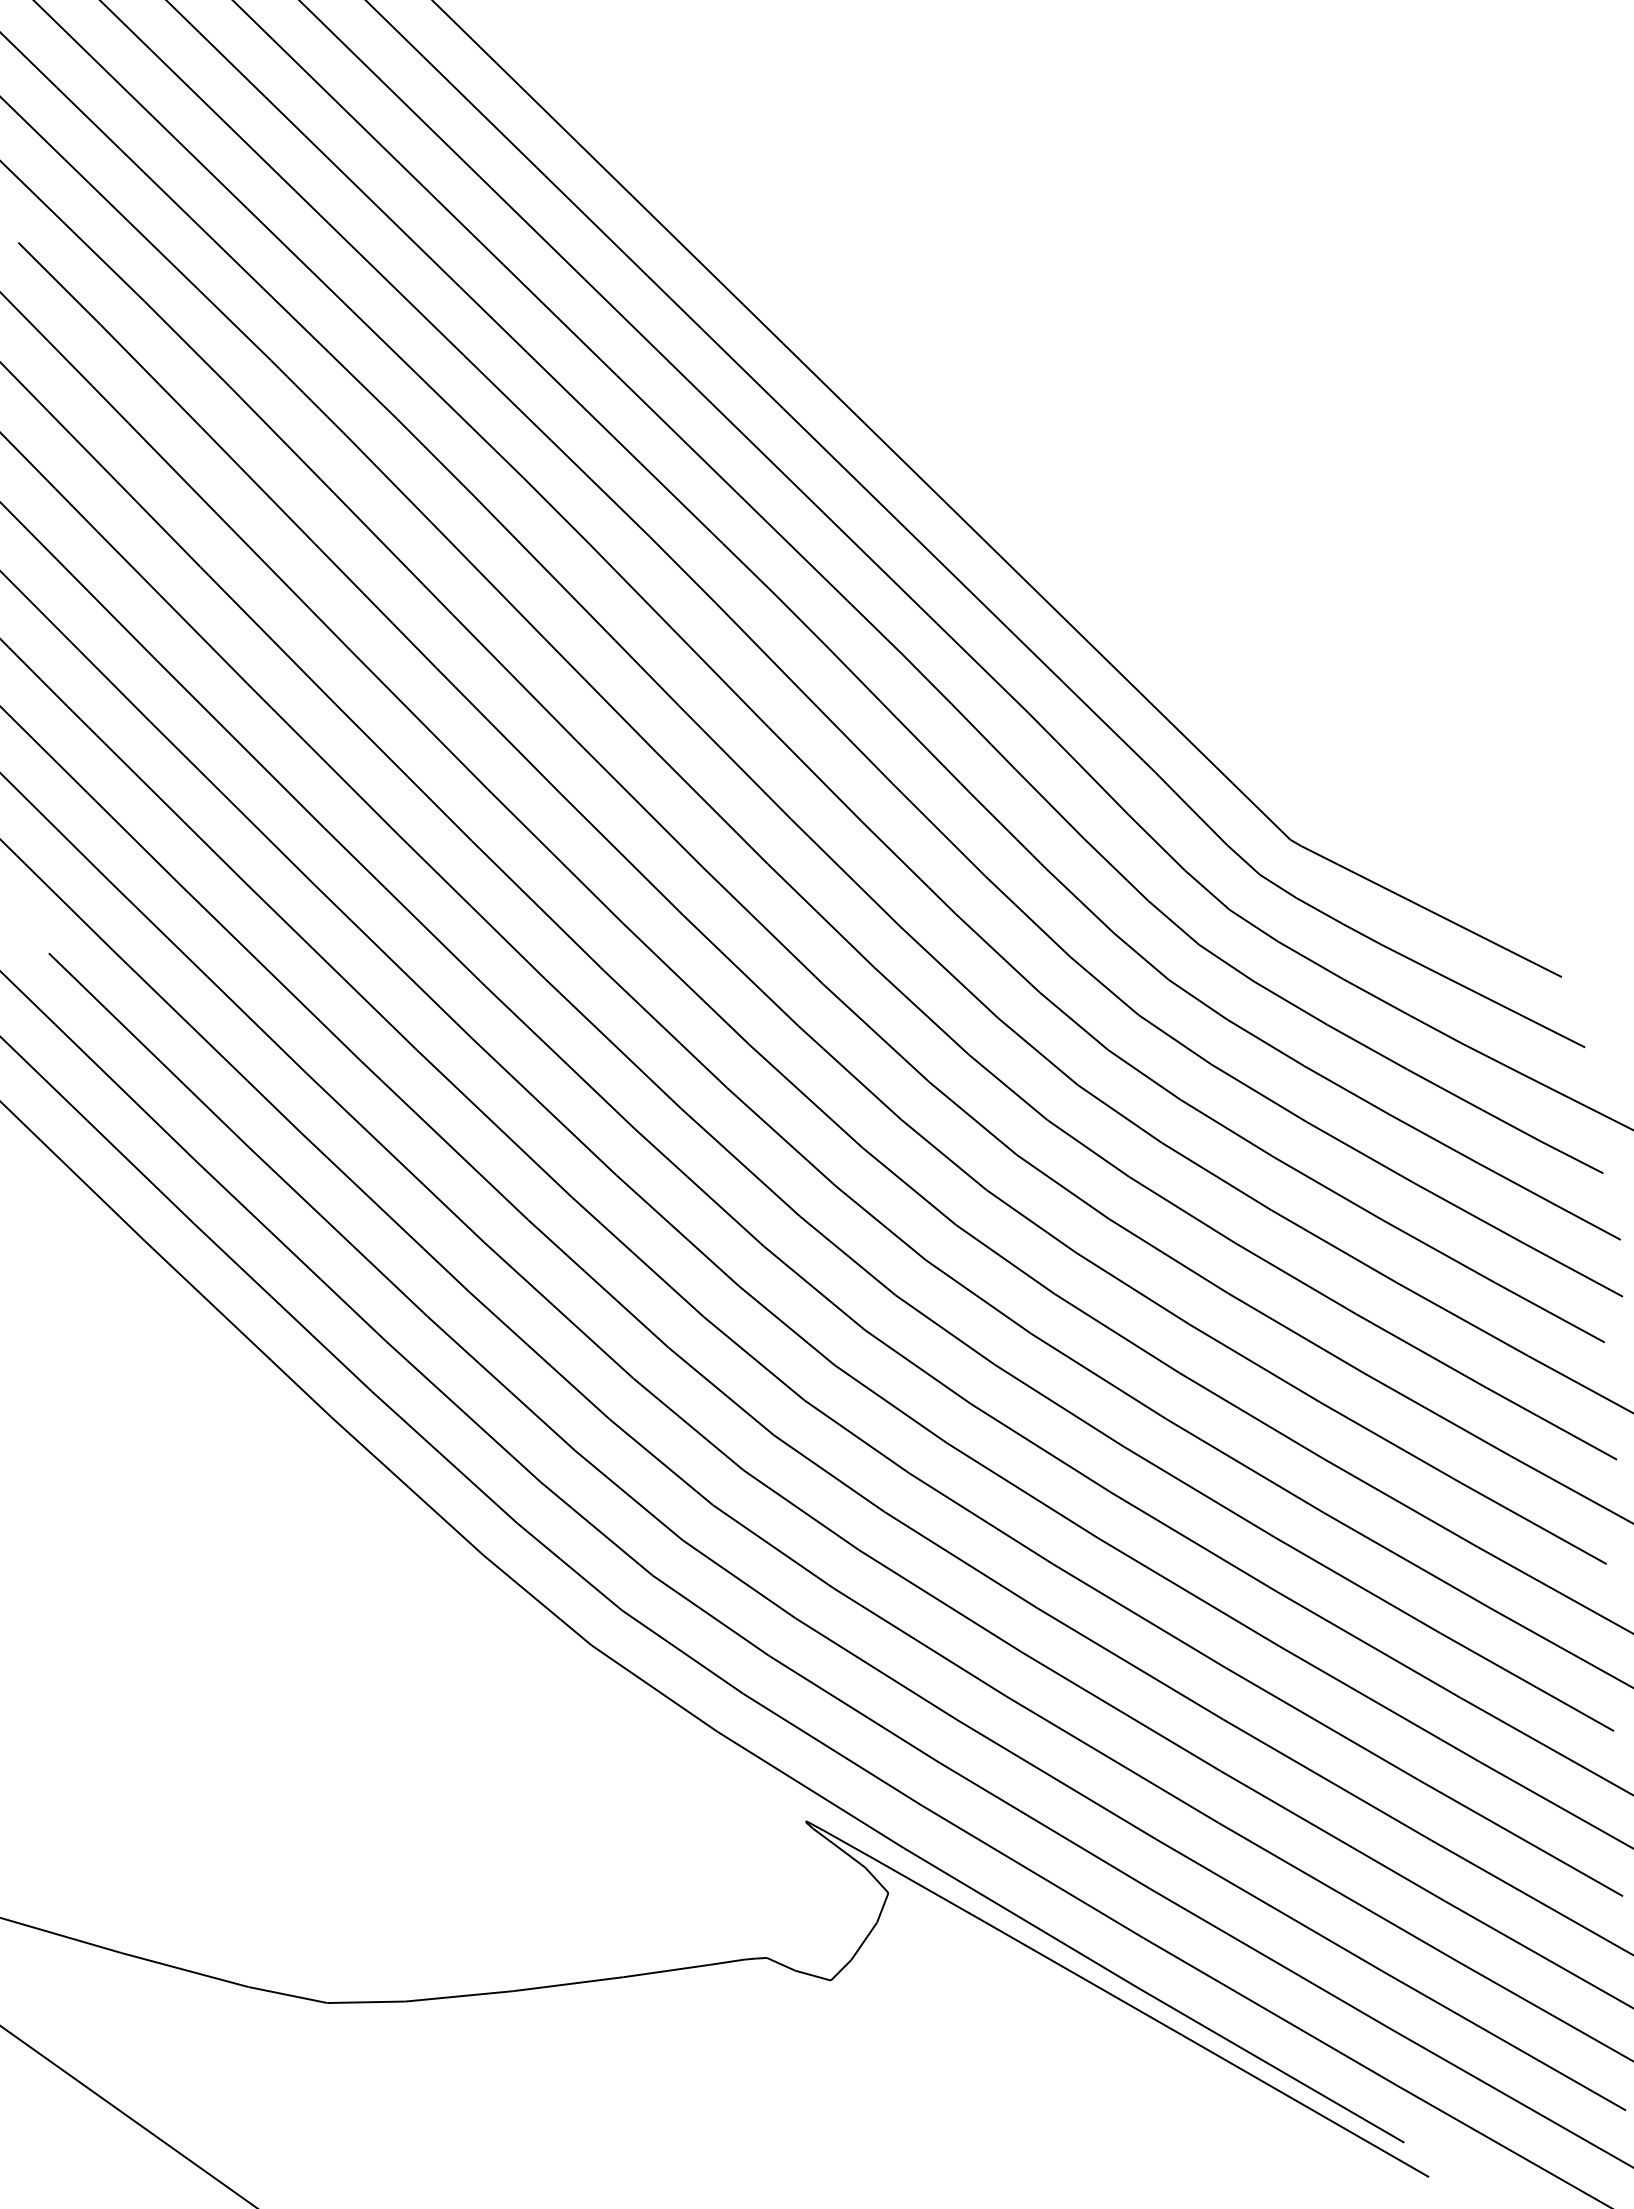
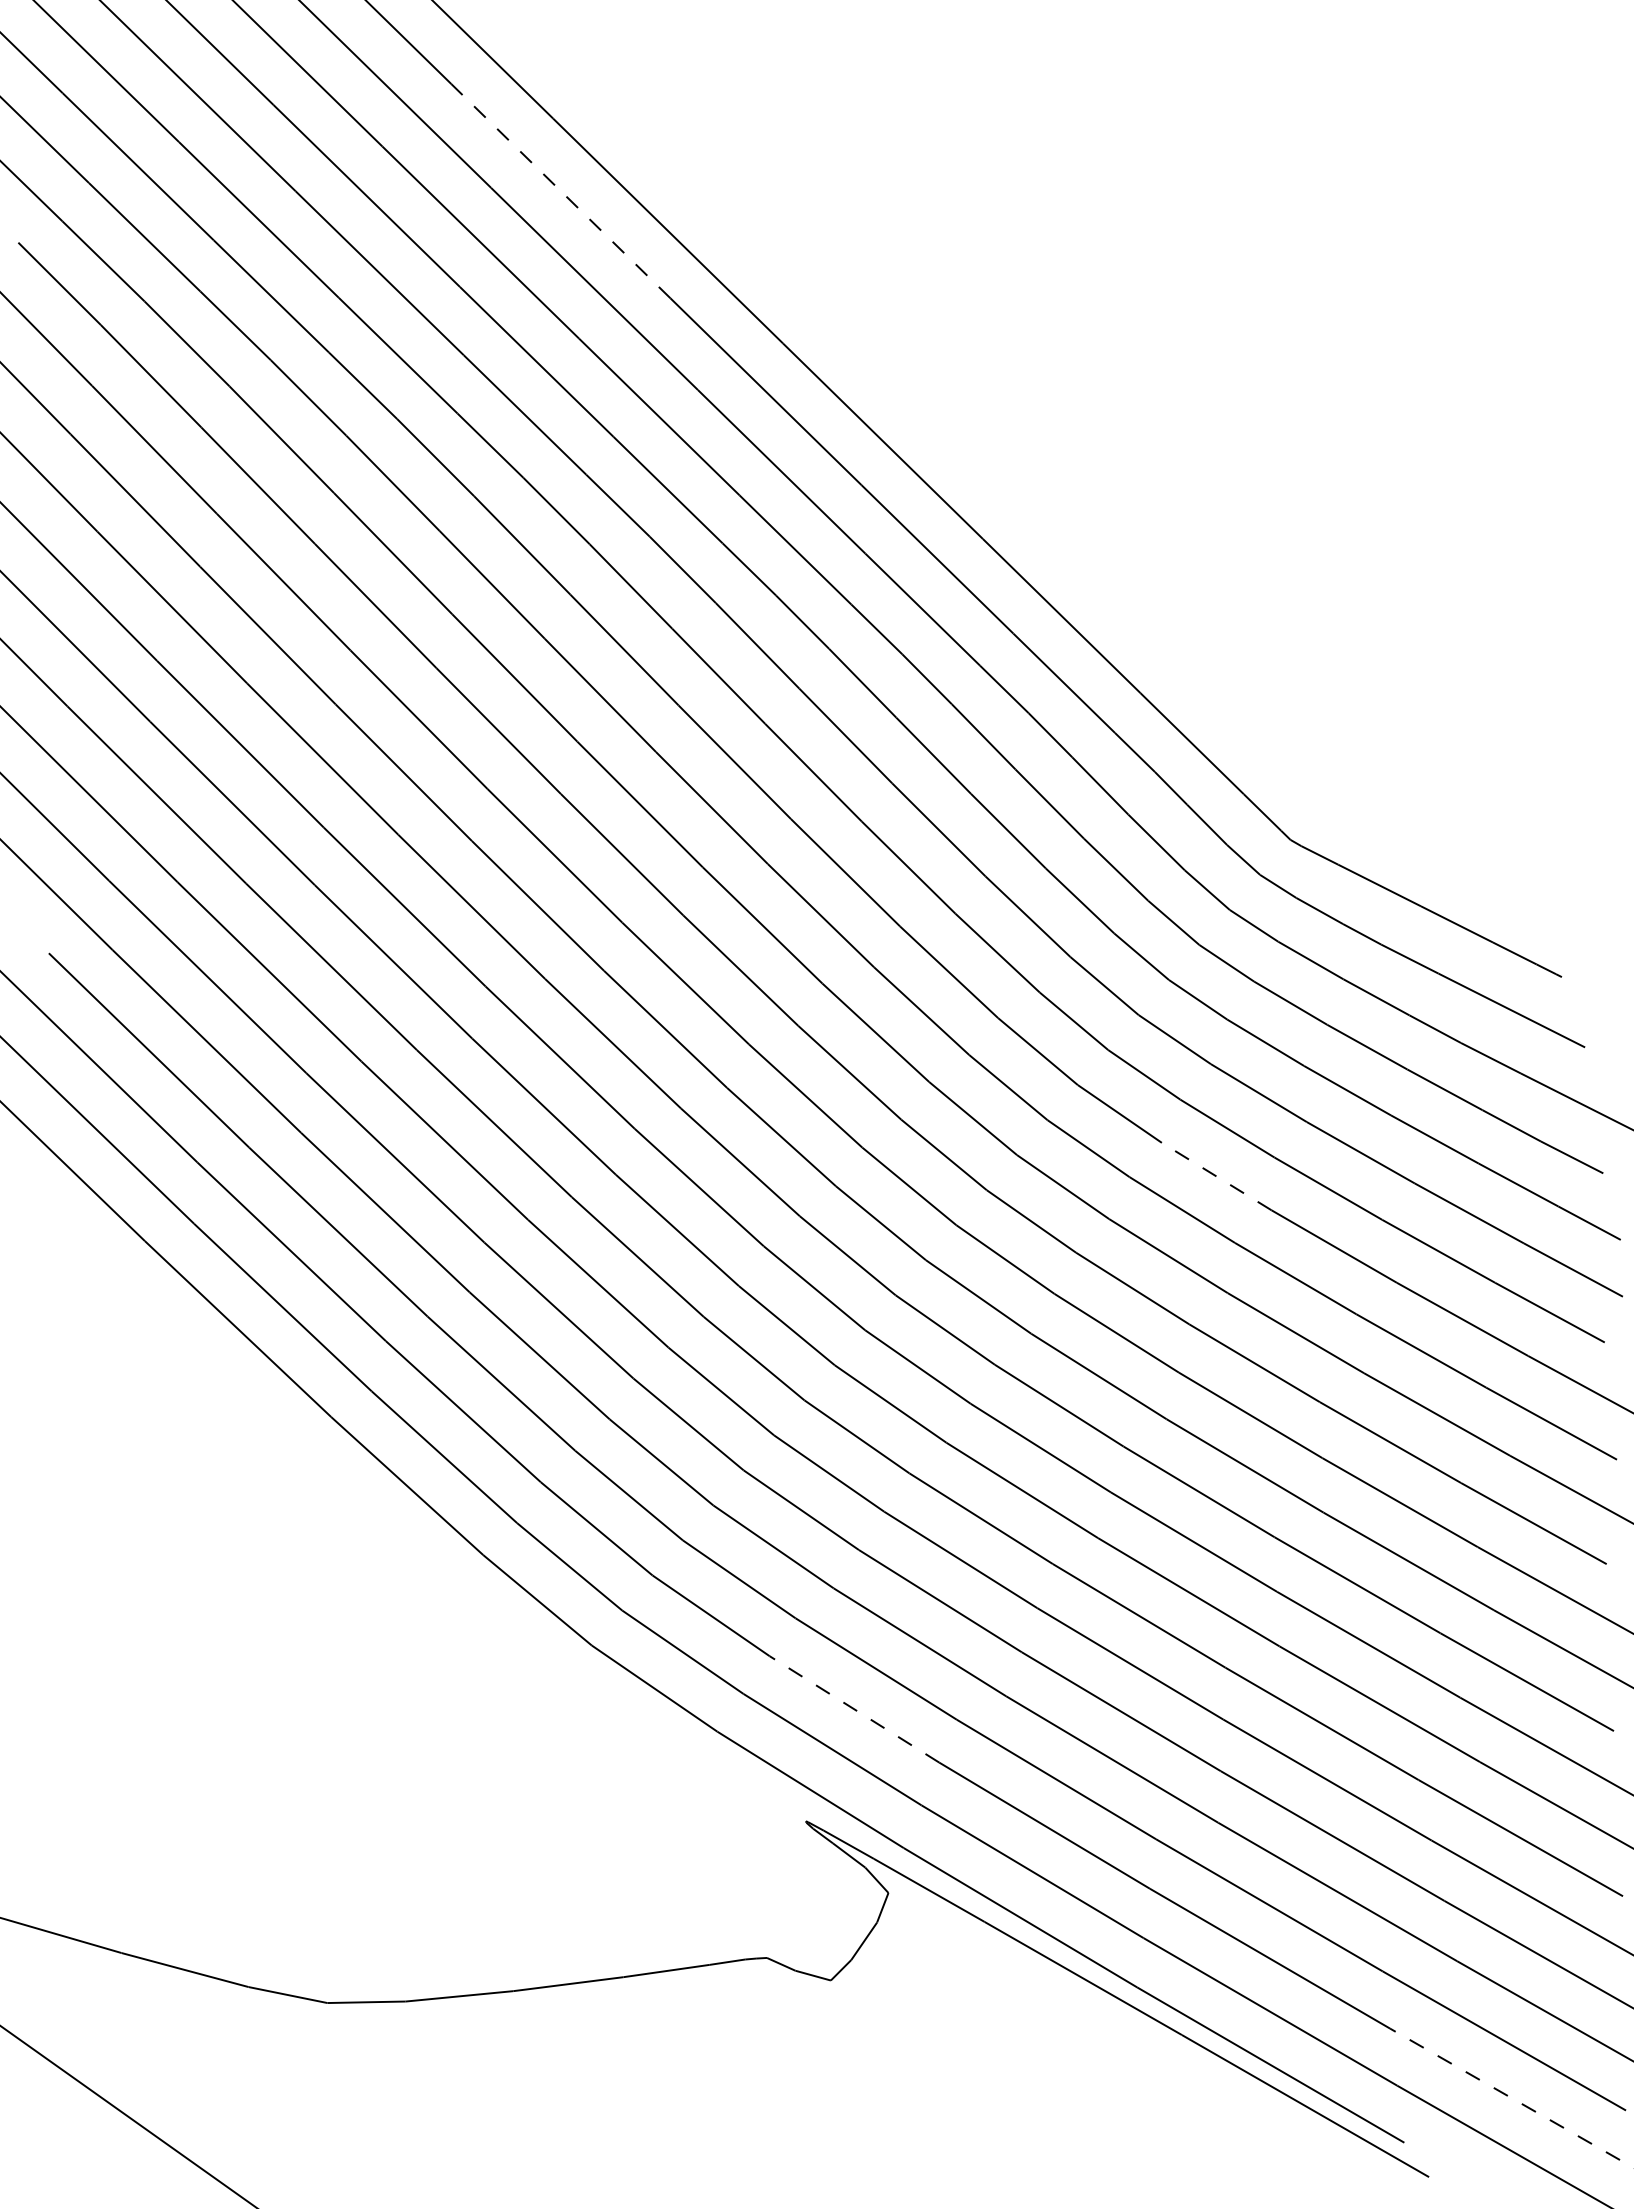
line at (560, 190): solid -> dashed
line at (1216, 1176): solid -> dashed
line at (853, 1709): solid -> dashed
line at (1511, 2097): solid -> dashed
